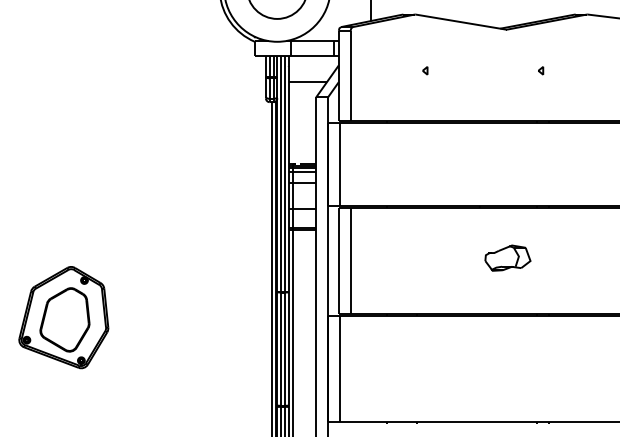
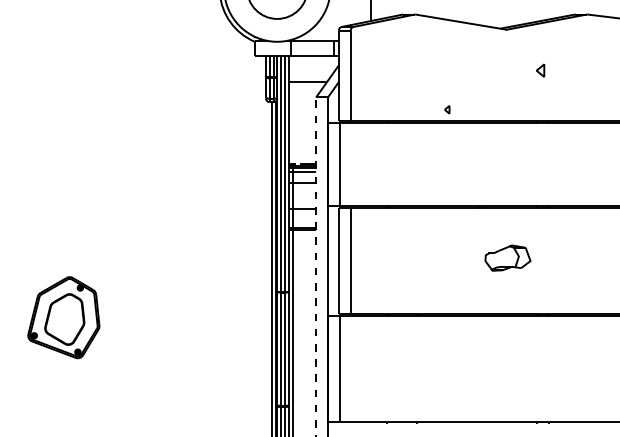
part at (425, 70) position: (425, 70) -> (447, 109)
part at (541, 70) size: 7x10 px -> 10x15 px
line at (316, 267): solid -> dashed
part at (63, 317) size: 92x104 px -> 74x84 px
